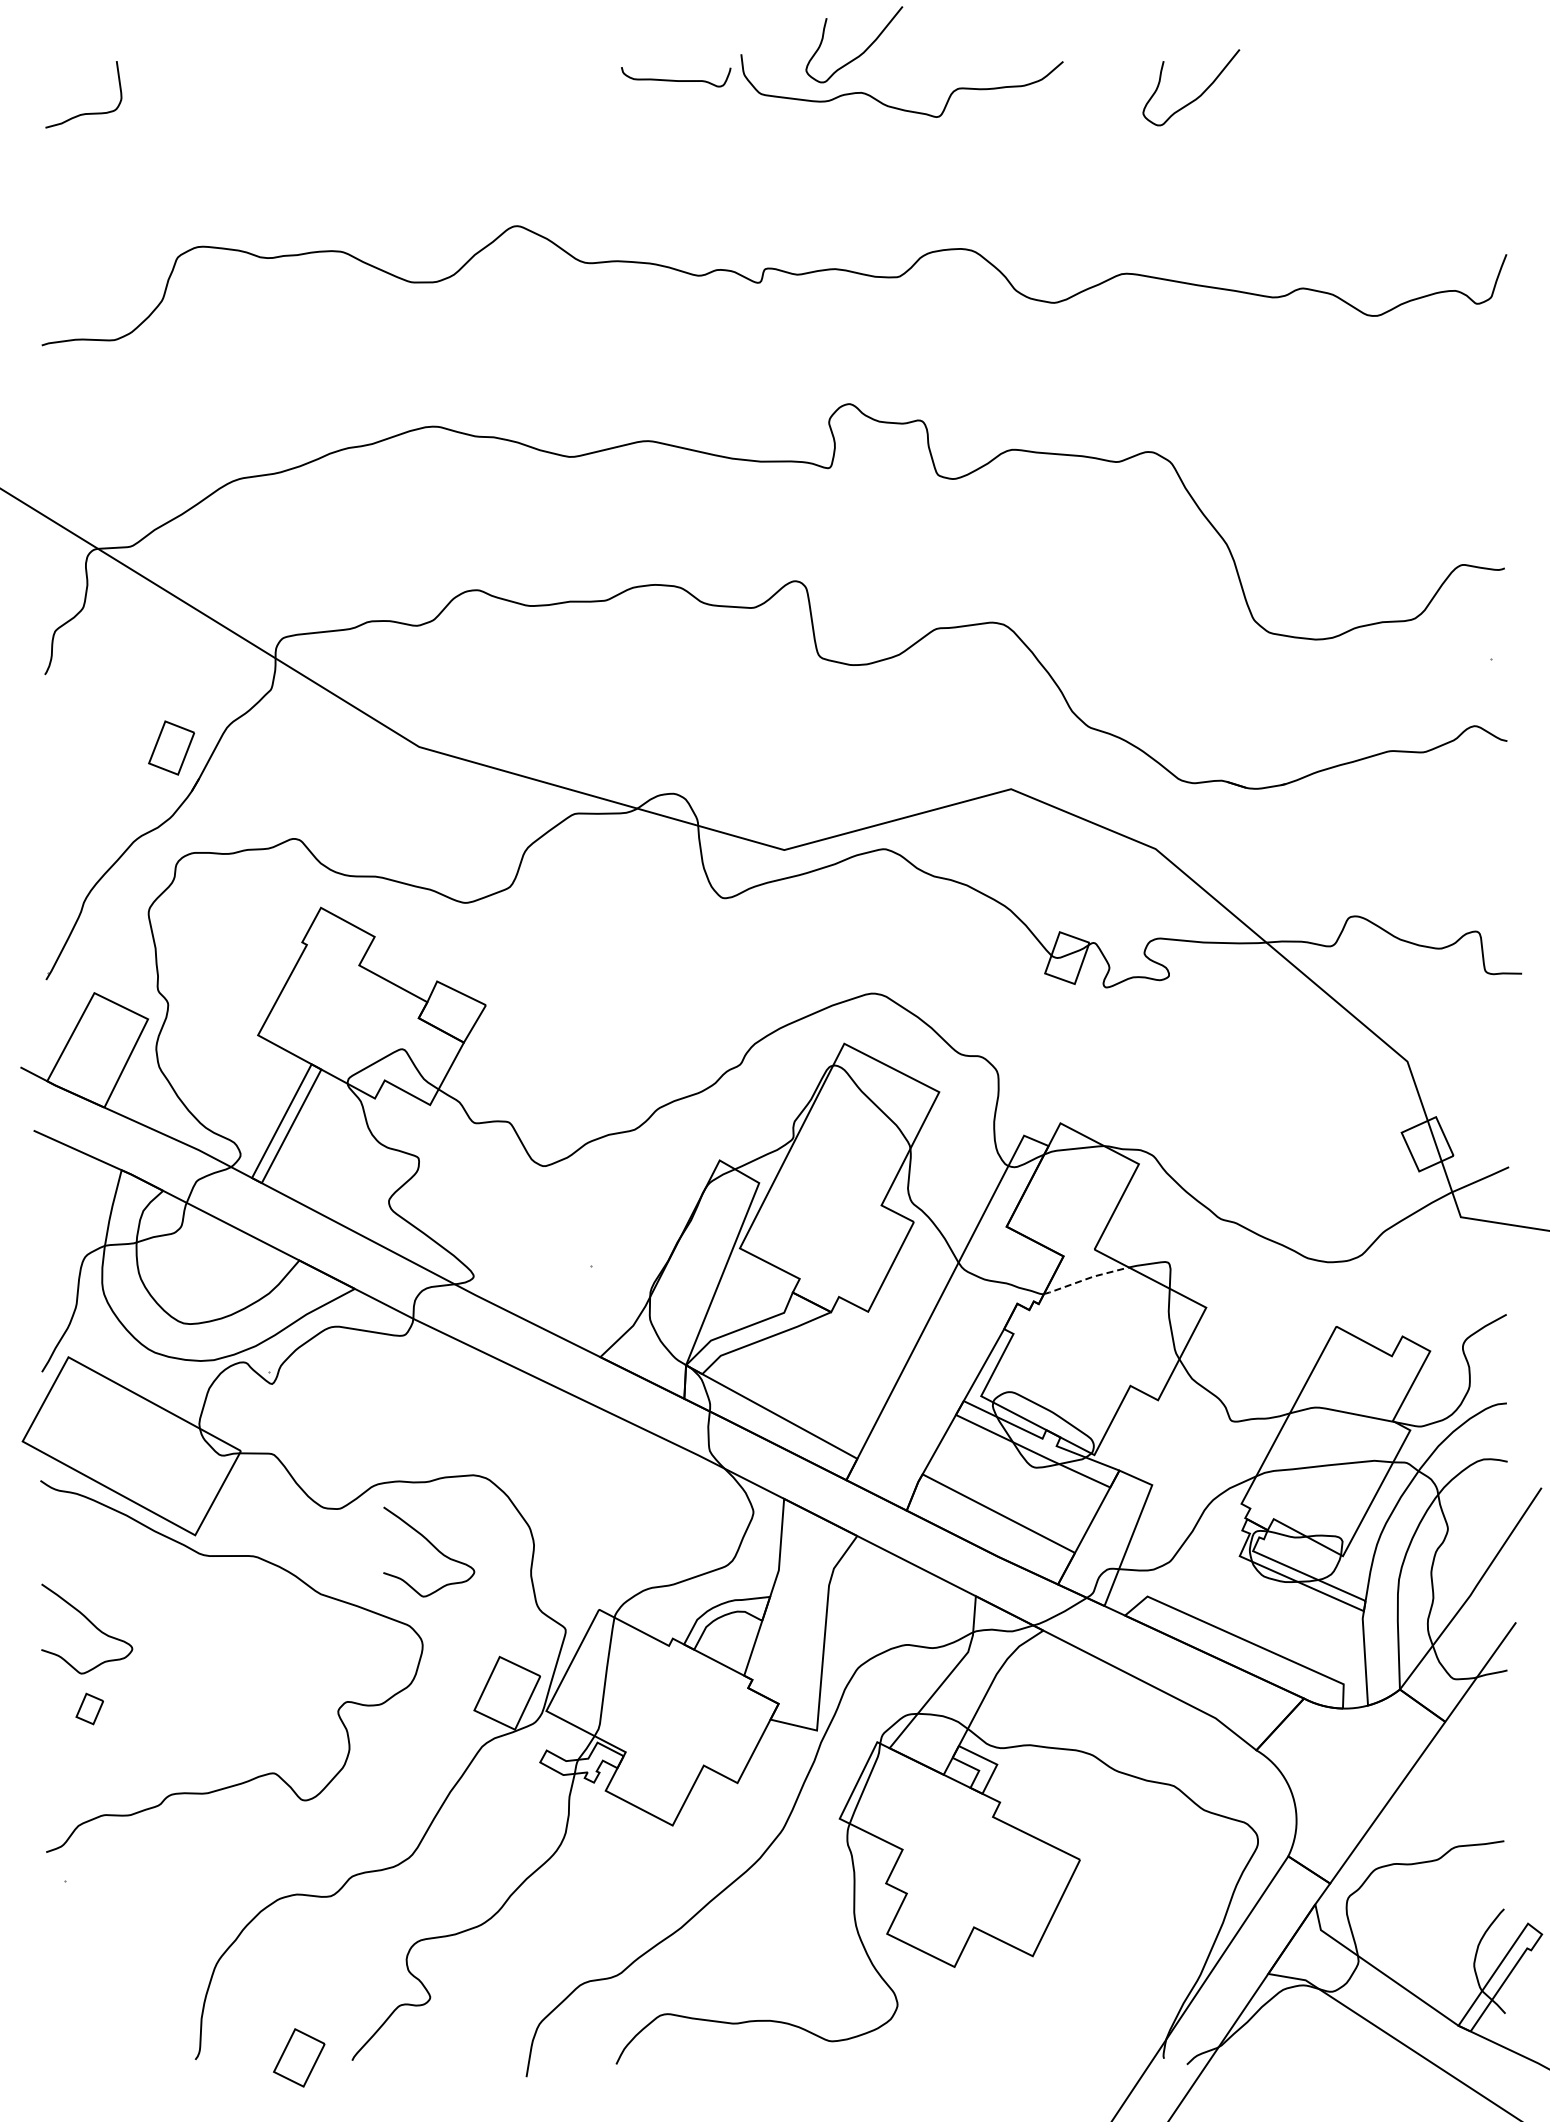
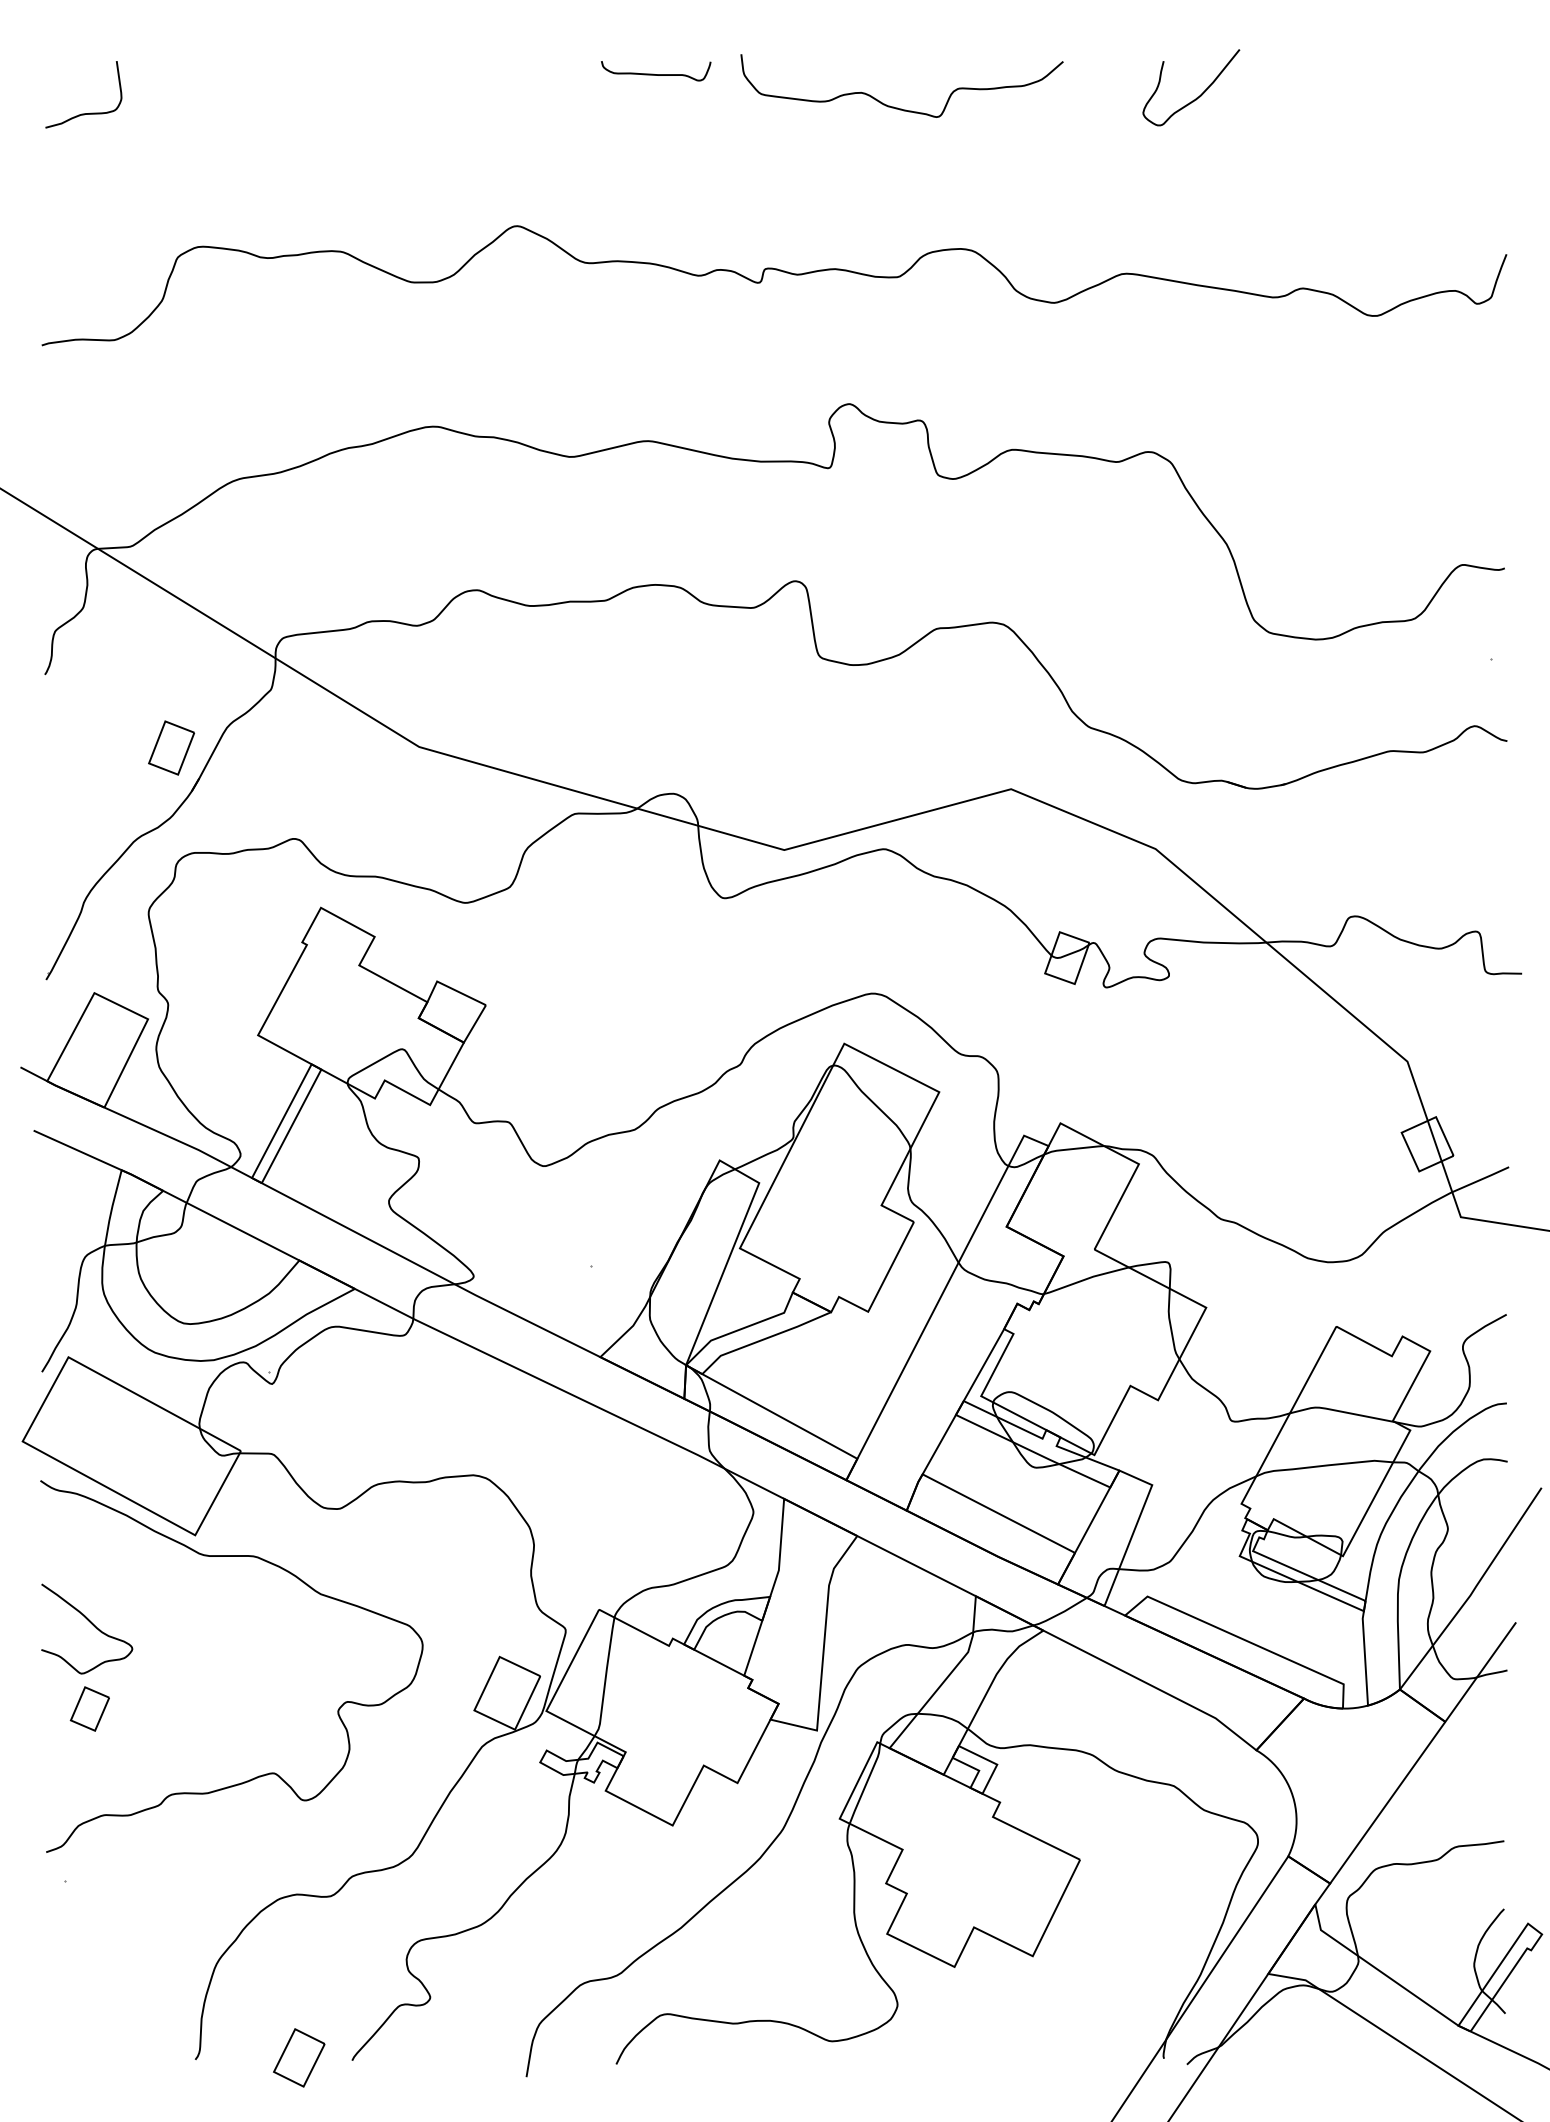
curve at (859, 54): present -> none
curve at (676, 80) position: (676, 80) -> (656, 74)
line at (1086, 1279): dashed -> solid
curve at (433, 1547): present -> none
part at (89, 1708) size: 29x34 px -> 41x46 px
